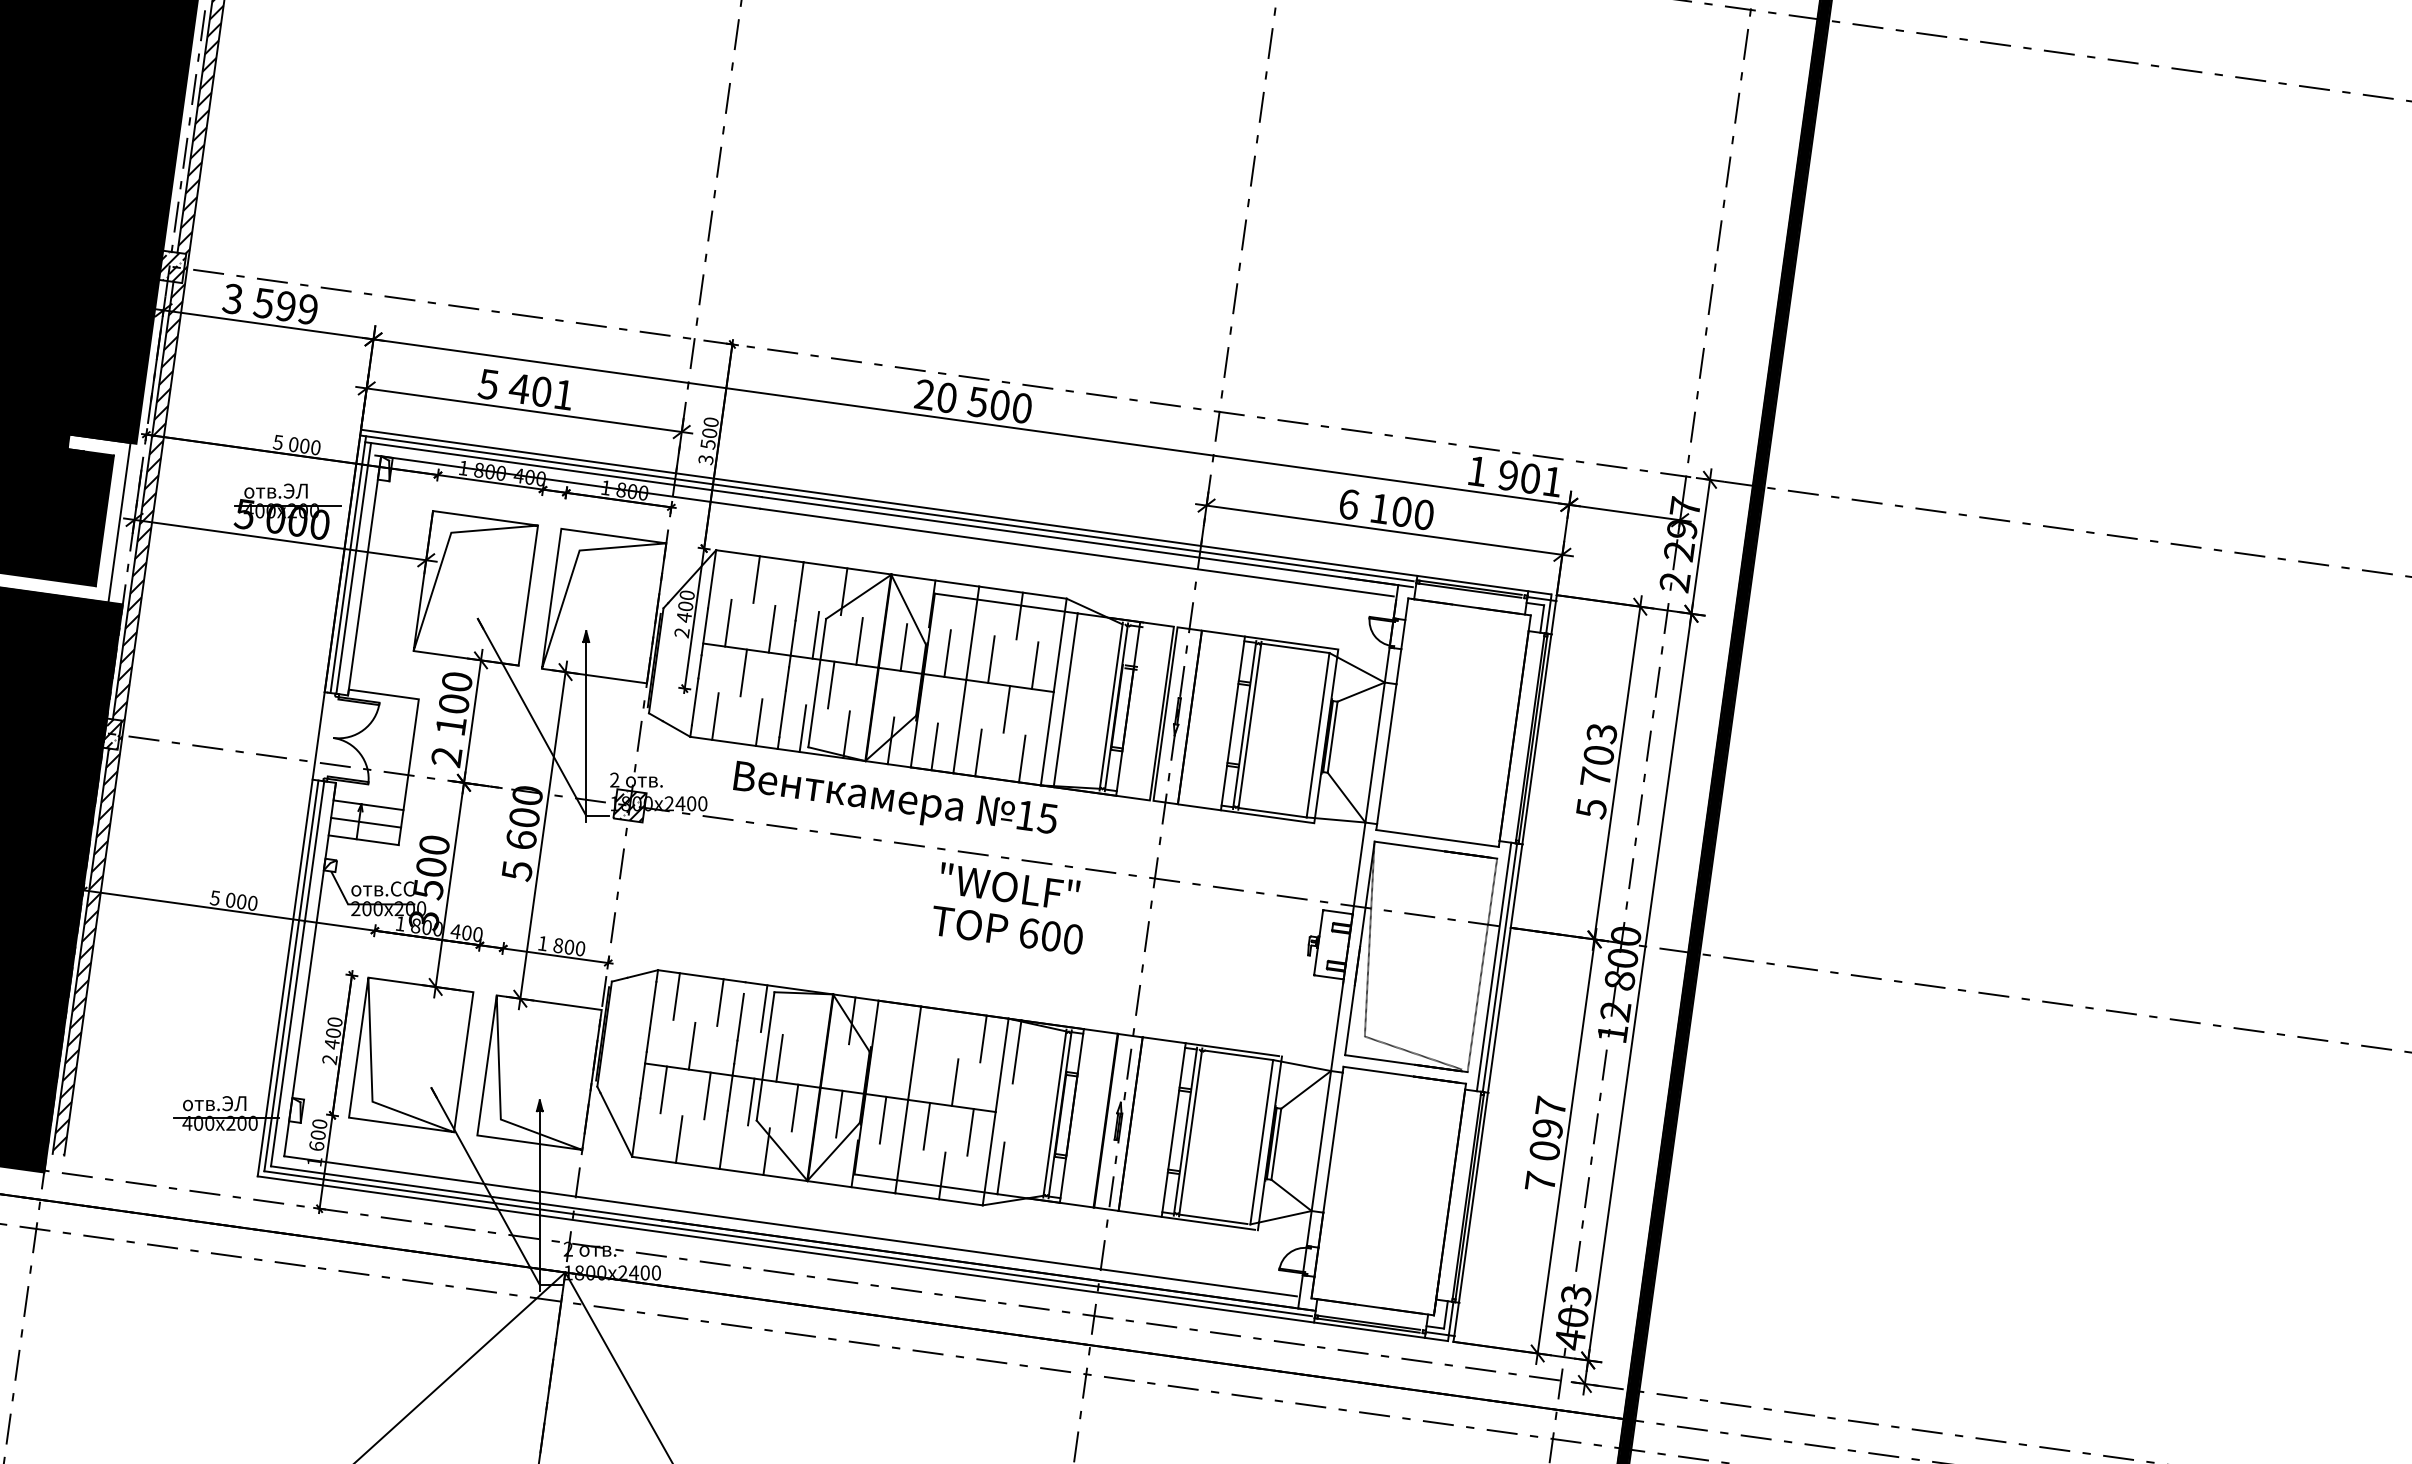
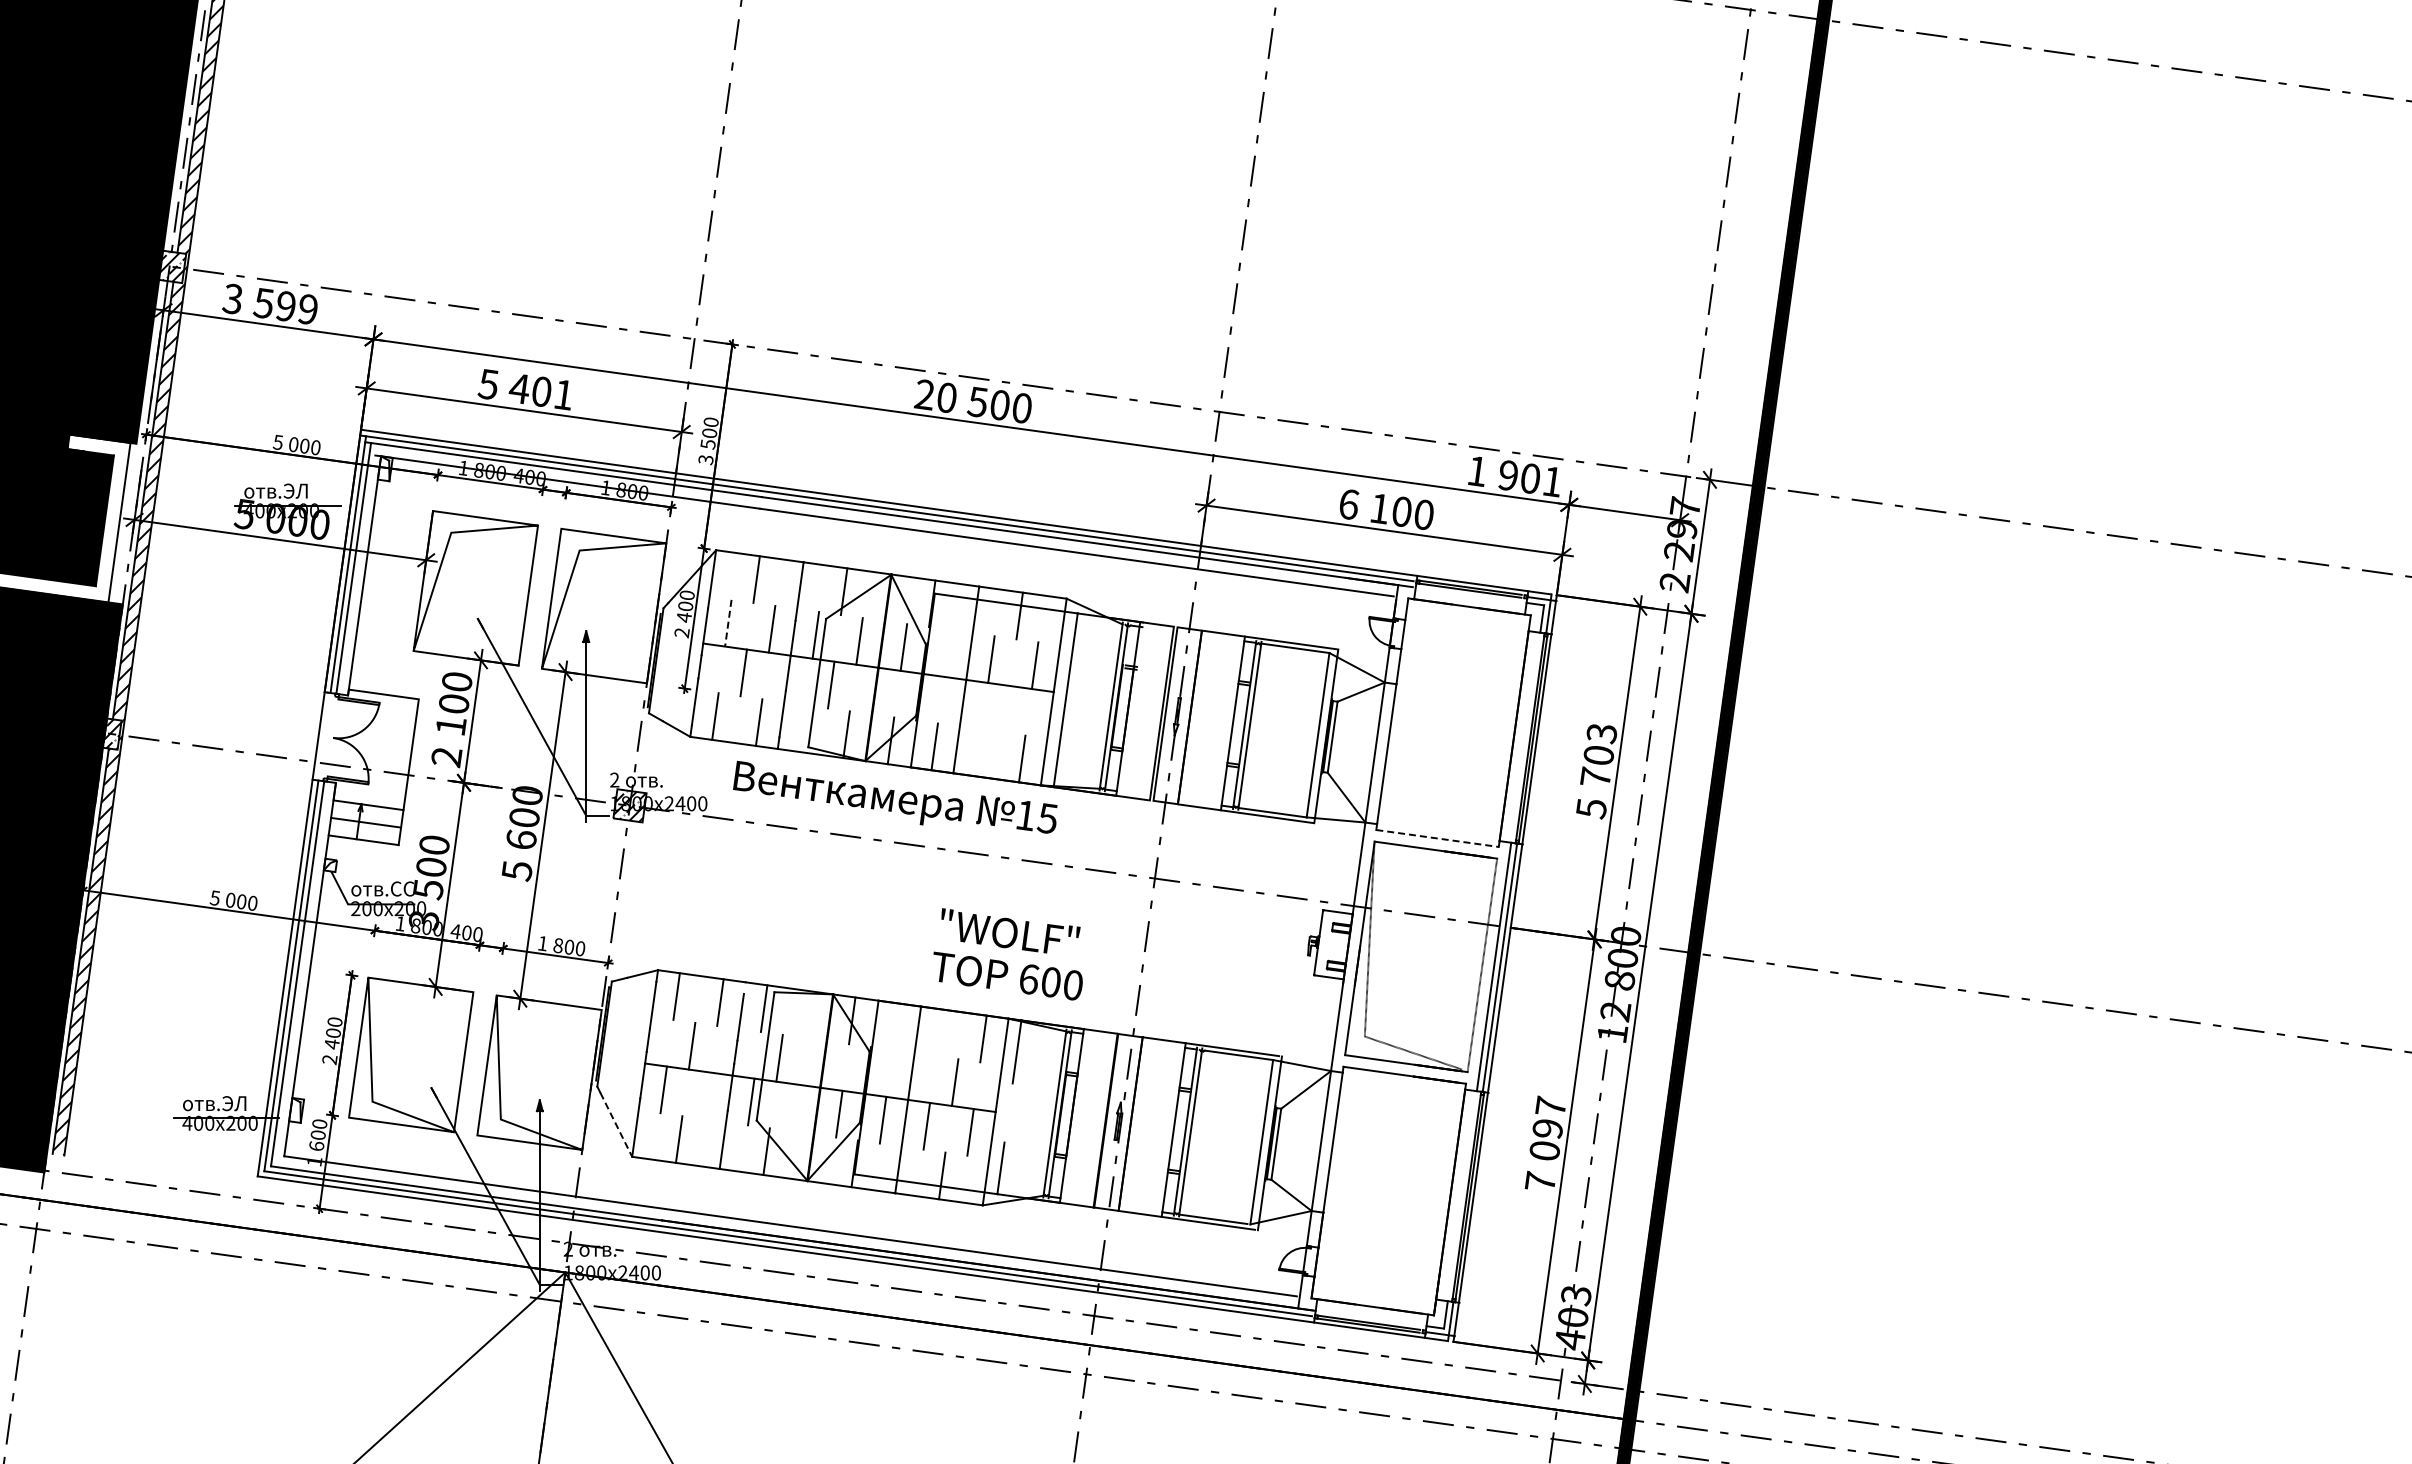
line at (728, 623): solid -> dashed
line at (947, 653): present -> none
line at (1006, 708): present -> none
line at (802, 728): present -> none
line at (978, 752): present -> none
line at (1437, 838): solid -> dashed
text at (1007, 908) position: (1007, 908) -> (1007, 954)
line at (707, 1095): present -> none
line at (794, 1107): present -> none
line at (616, 1124): solid -> dashed
